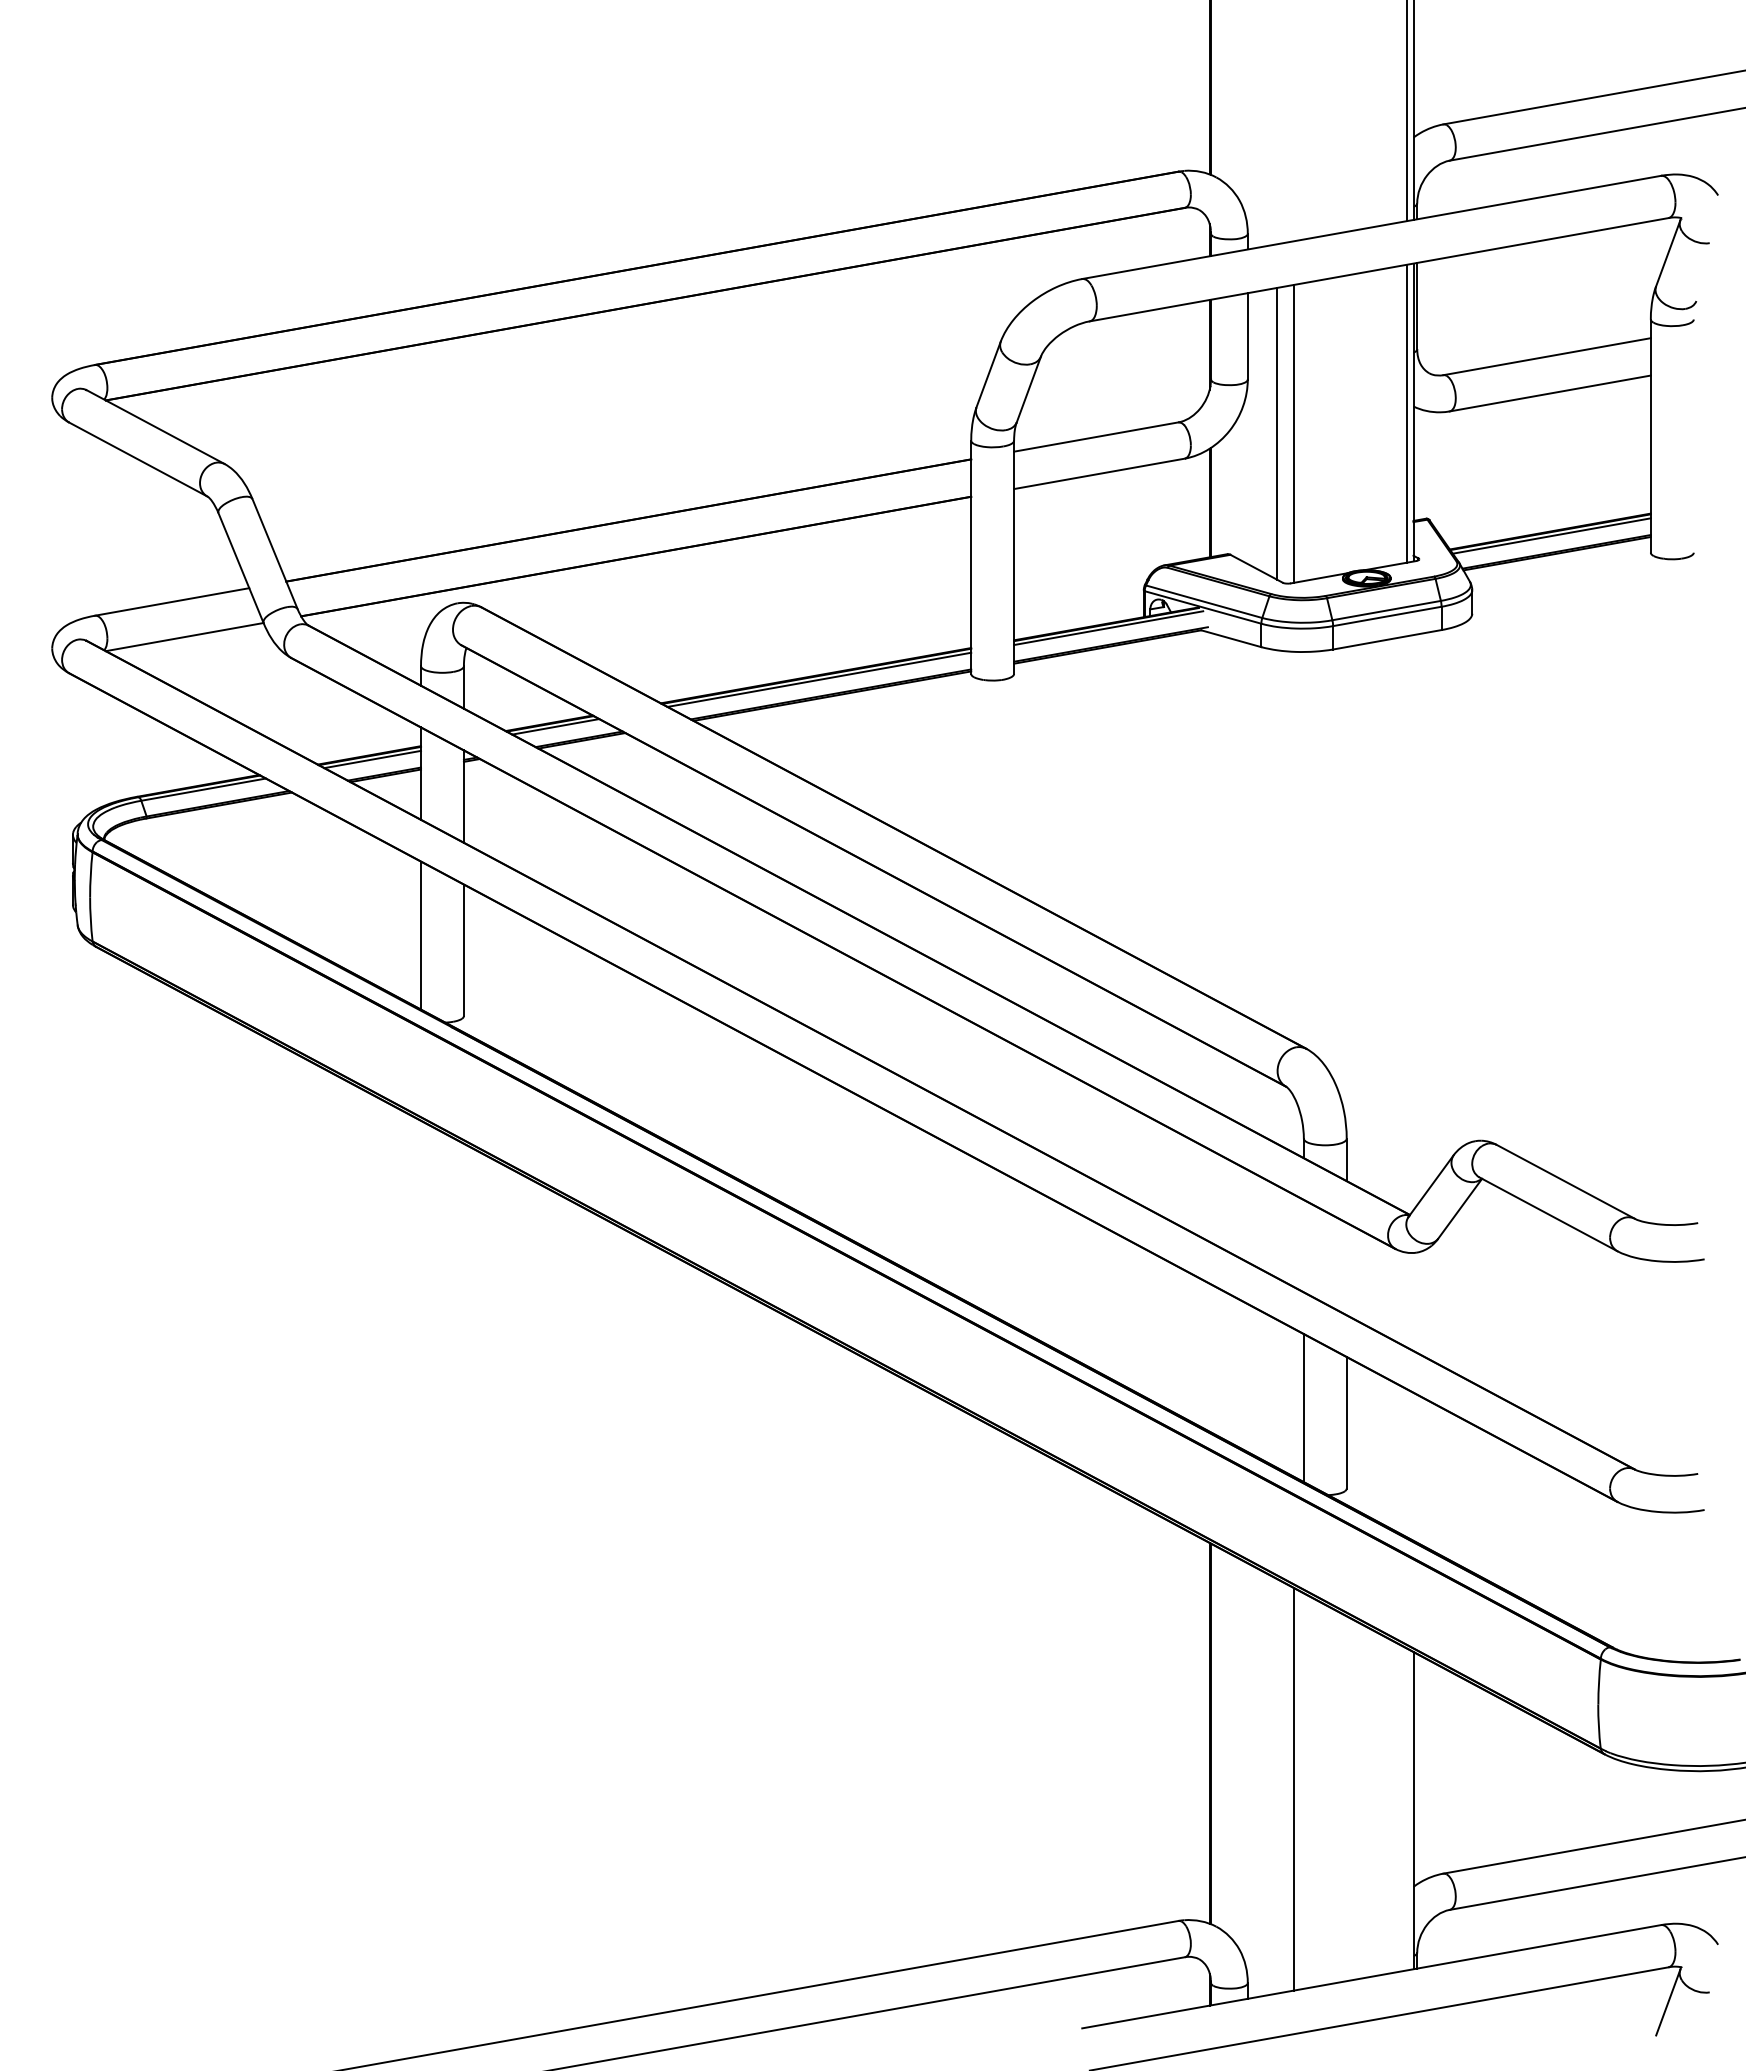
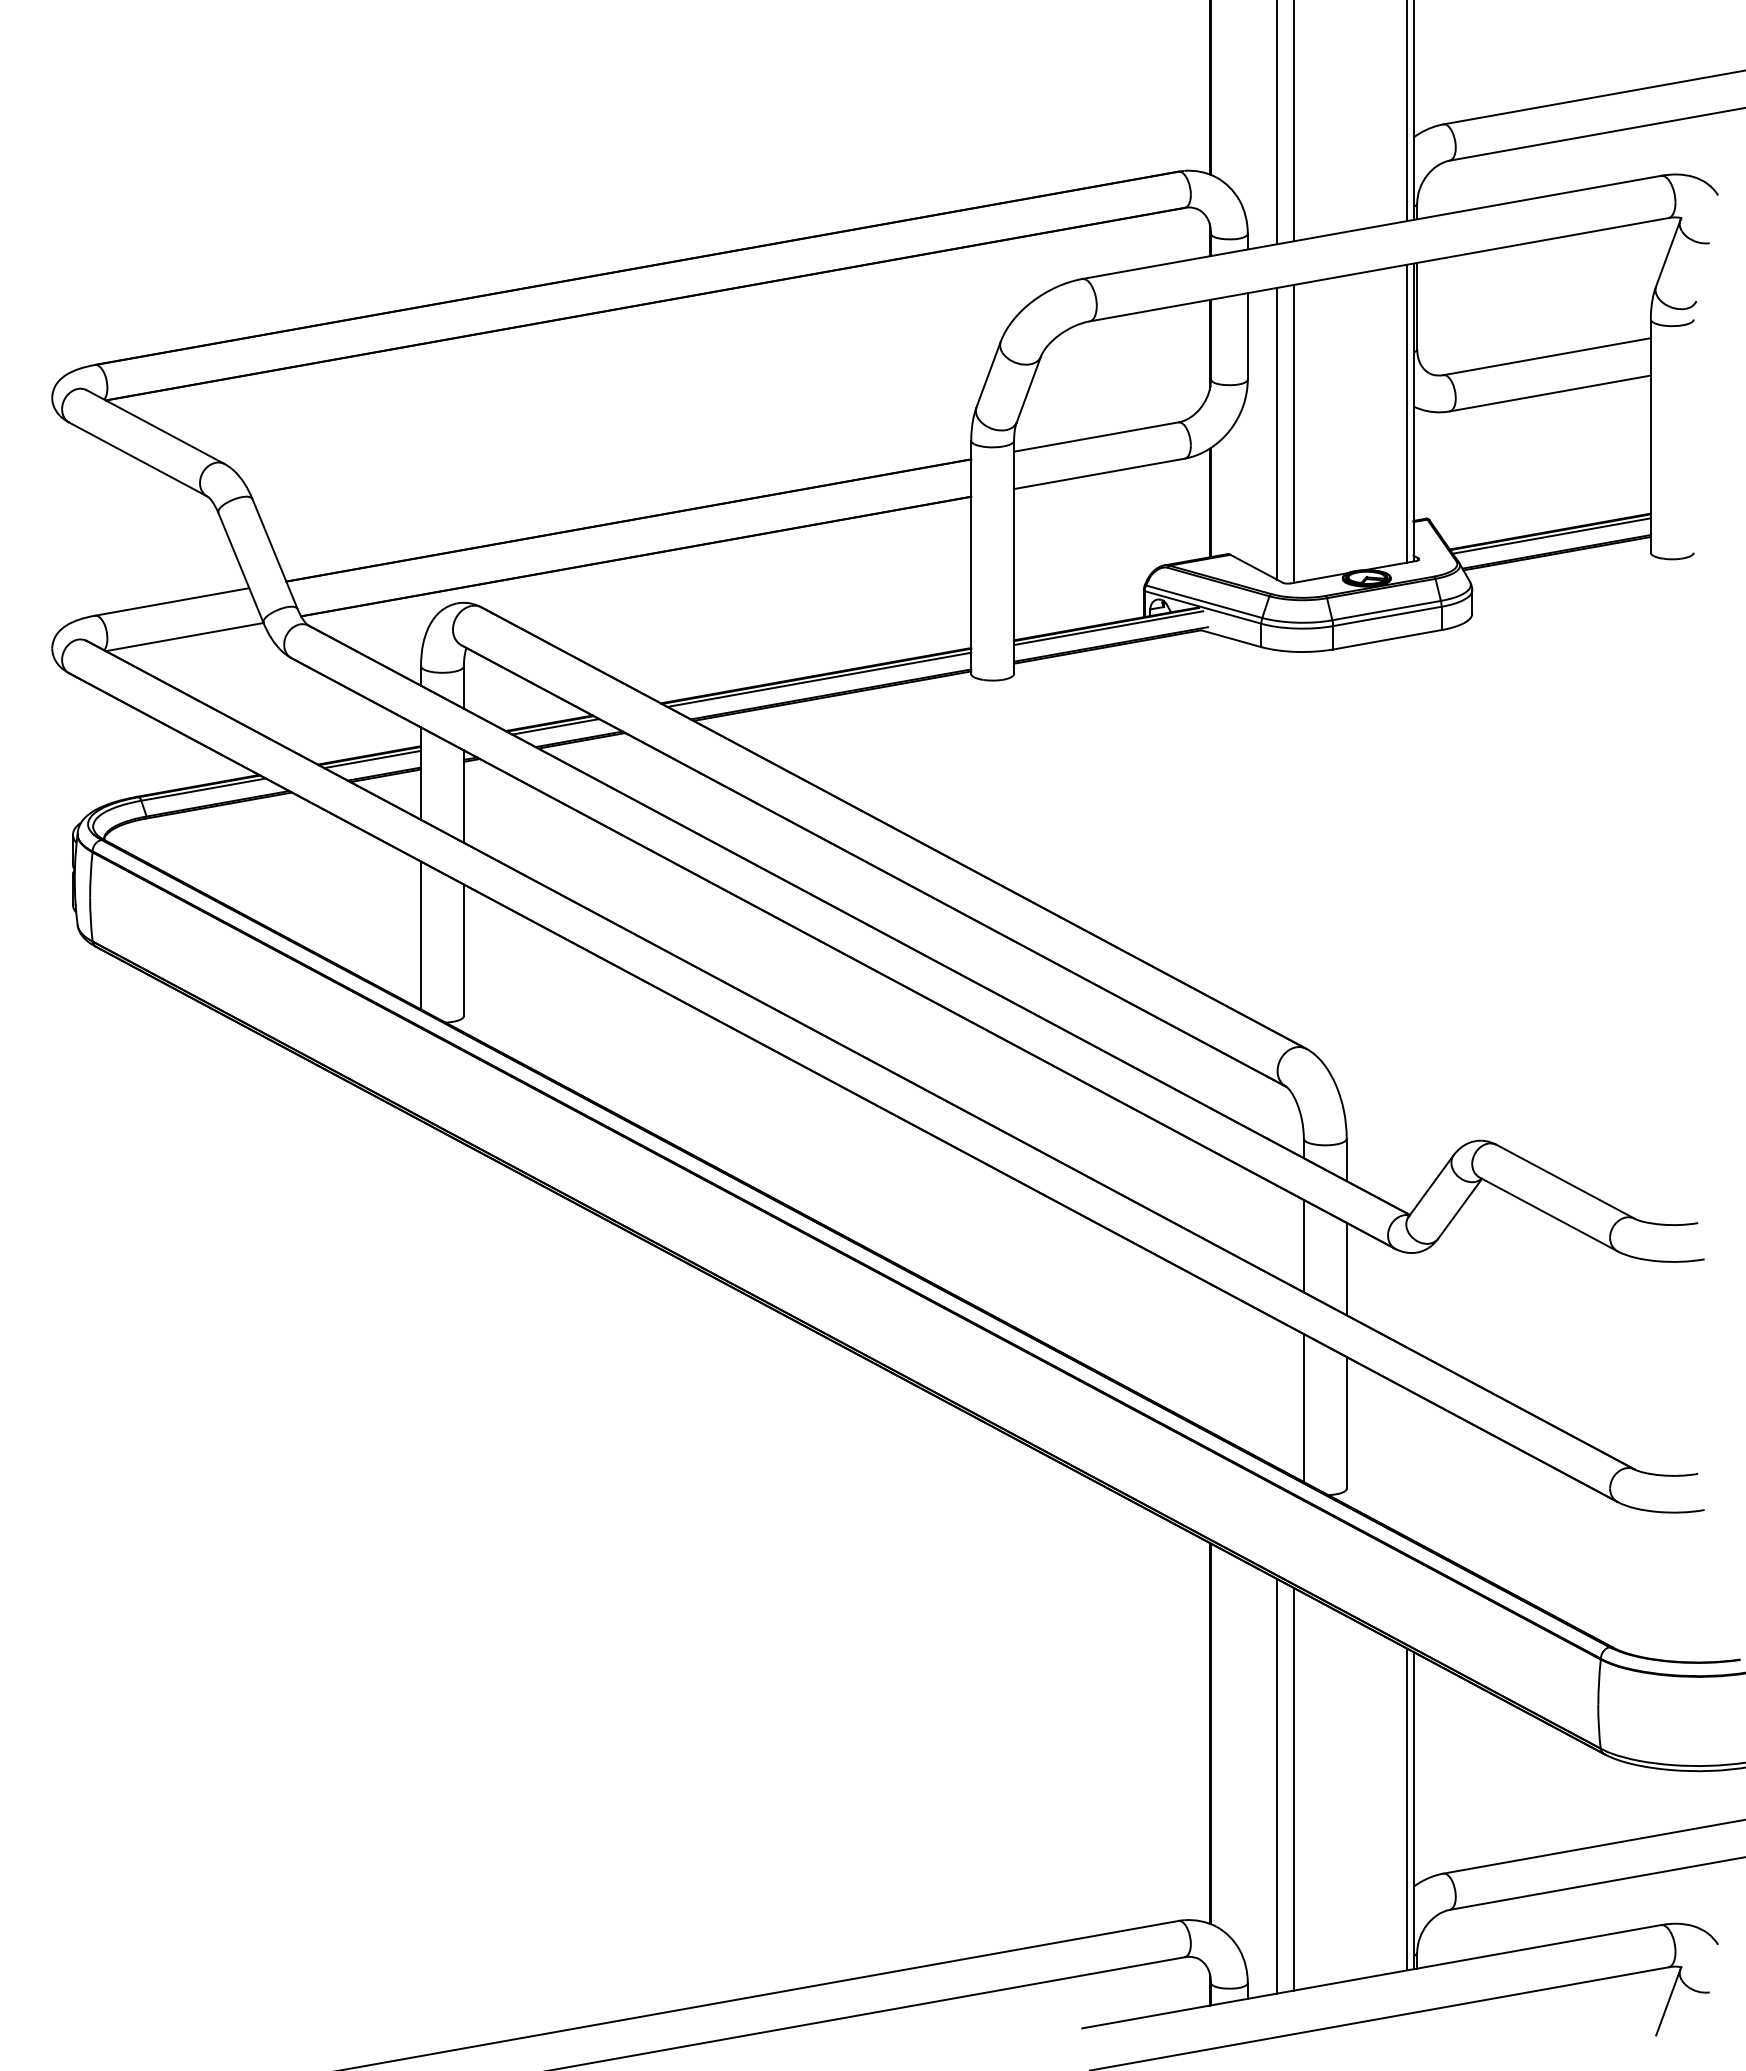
line at (1293, 121): none -> present
line at (1277, 123): none -> present
line at (1303, 1246): none -> present
line at (1346, 1268): none -> present
line at (1277, 1785): none -> present
line at (1407, 1809): none -> present
